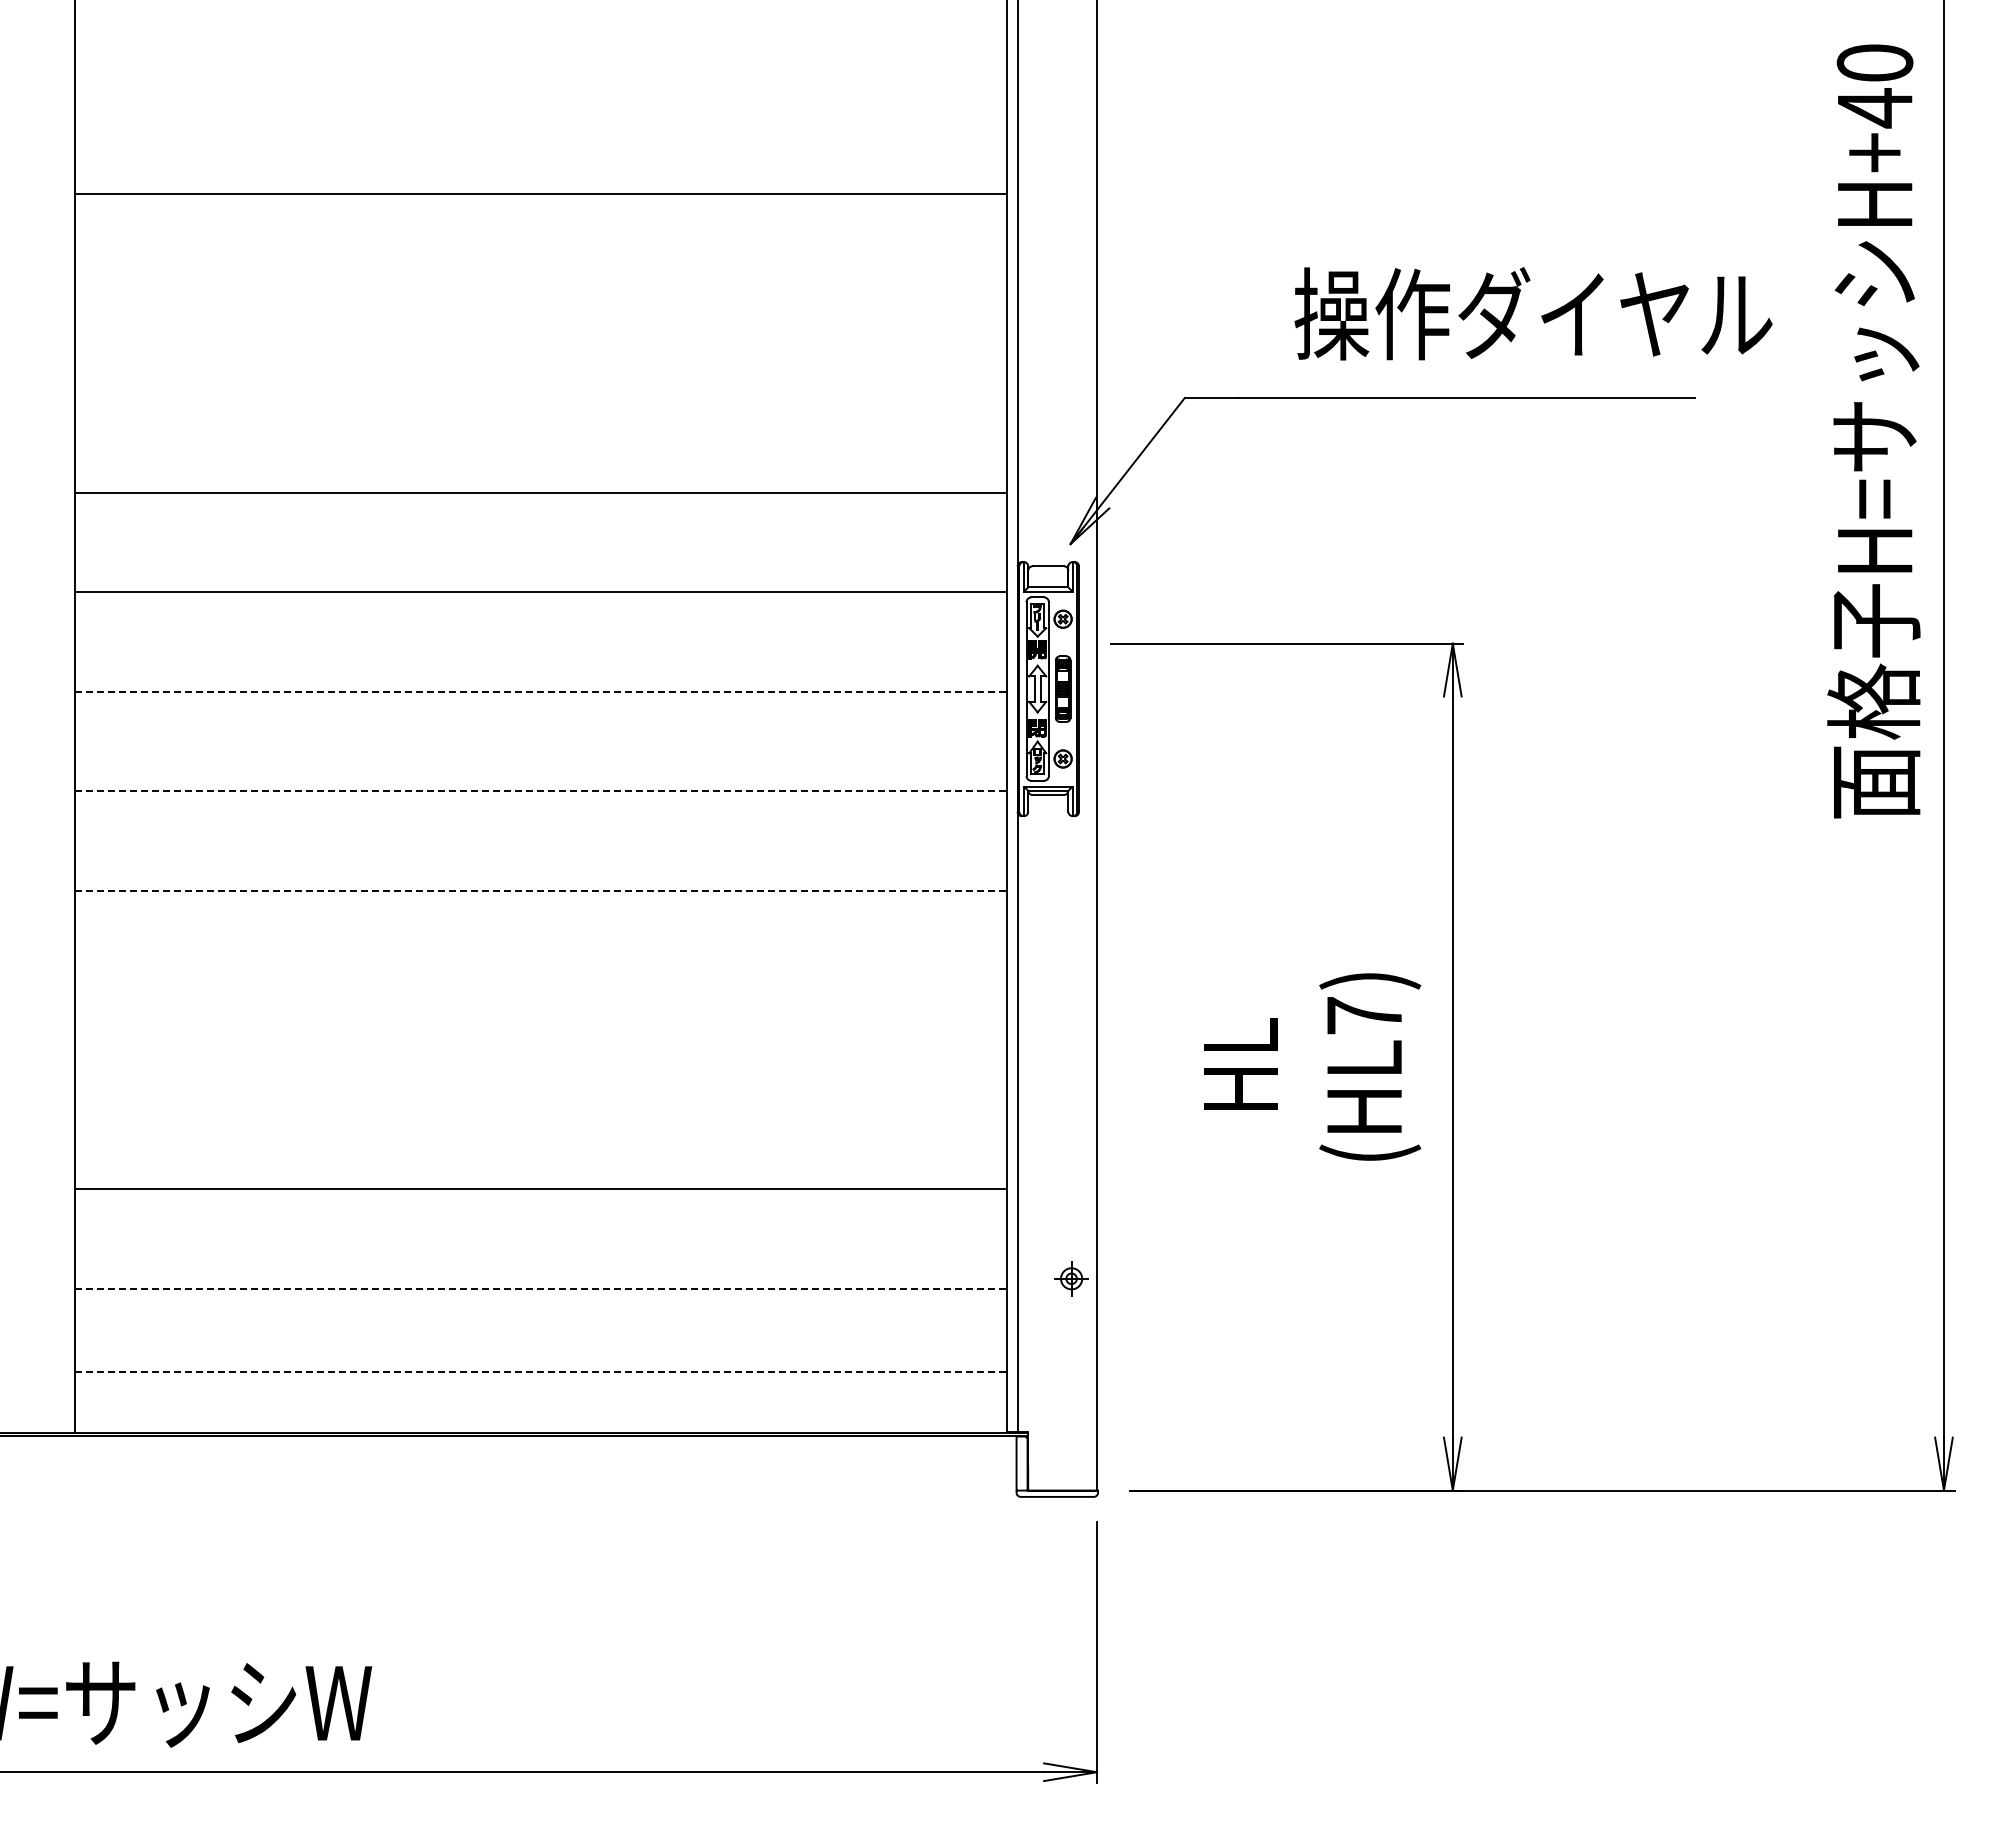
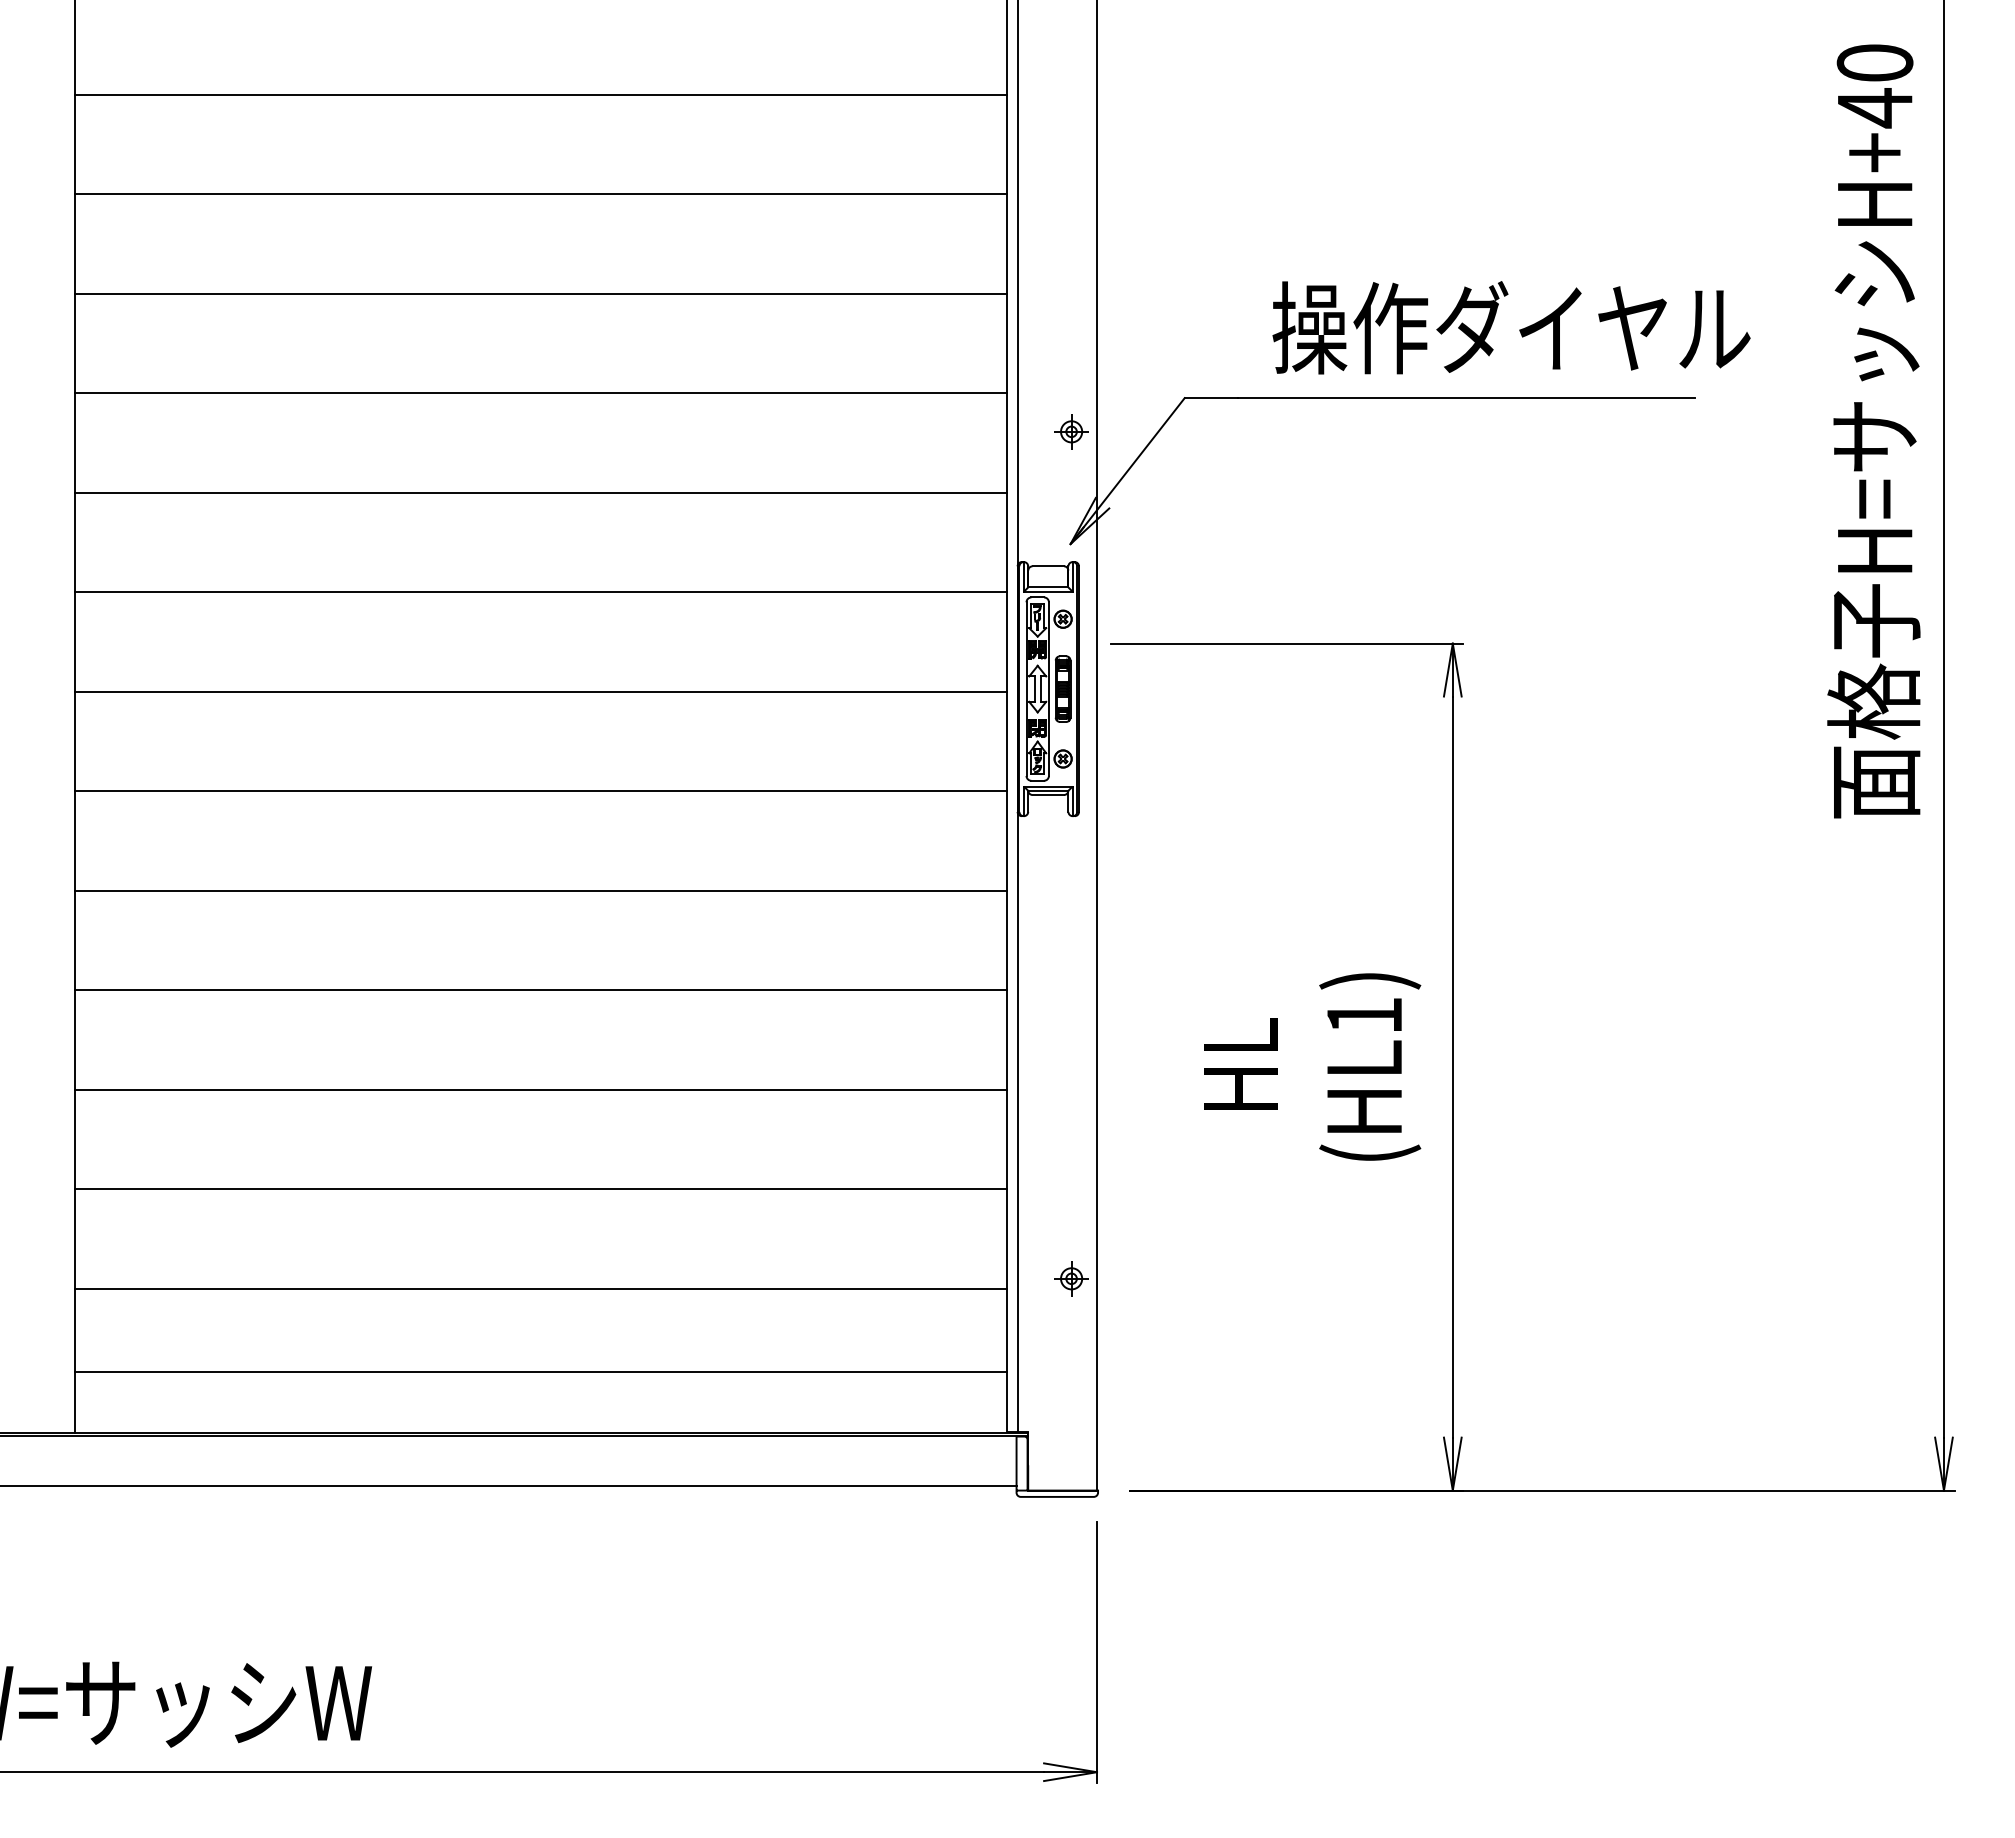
line at (541, 94): none -> present
line at (541, 293): none -> present
text at (1533, 313) position: (1533, 313) -> (1511, 327)
line at (541, 393): none -> present
part at (1071, 431): none -> present
line at (541, 691): dashed -> solid
line at (541, 791): dashed -> solid
line at (541, 890): dashed -> solid
line at (541, 990): none -> present
text at (1364, 1015): (HL7) -> (HL1)
line at (541, 1089): none -> present
line at (541, 1288): dashed -> solid
line at (541, 1371): dashed -> solid
line at (509, 1486): none -> present
